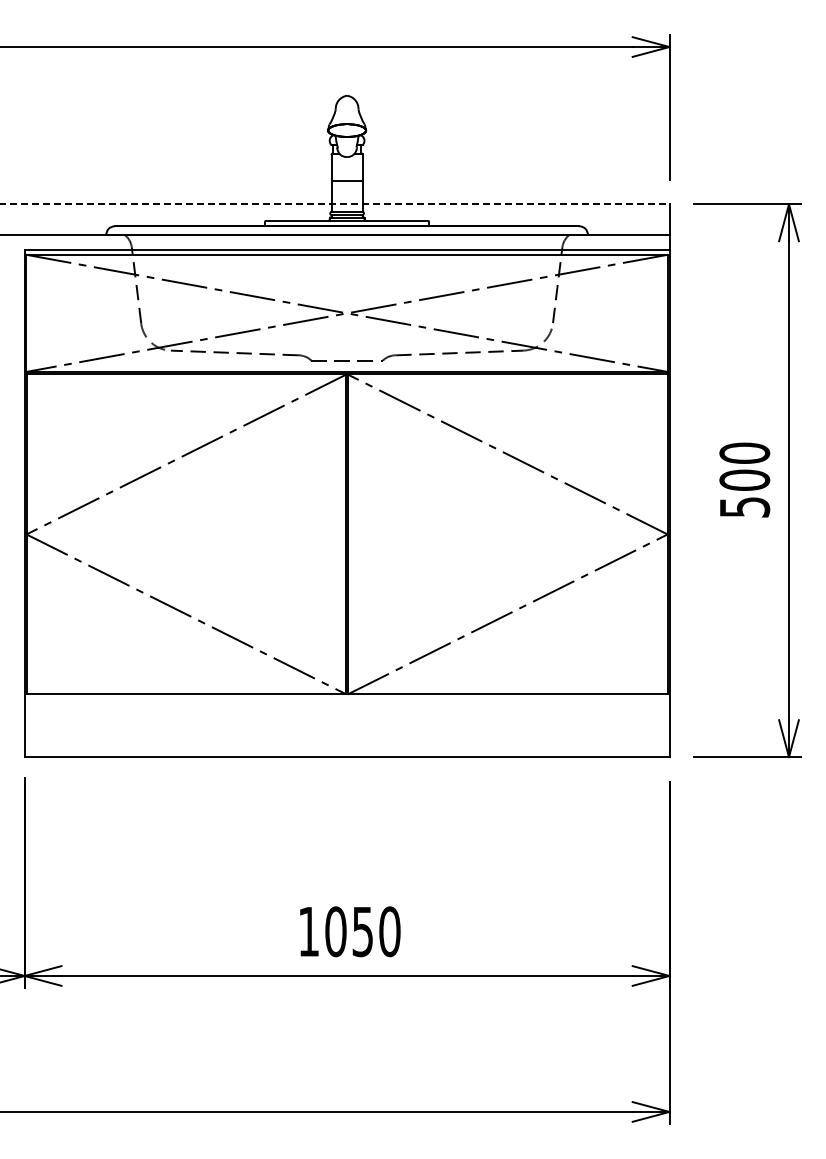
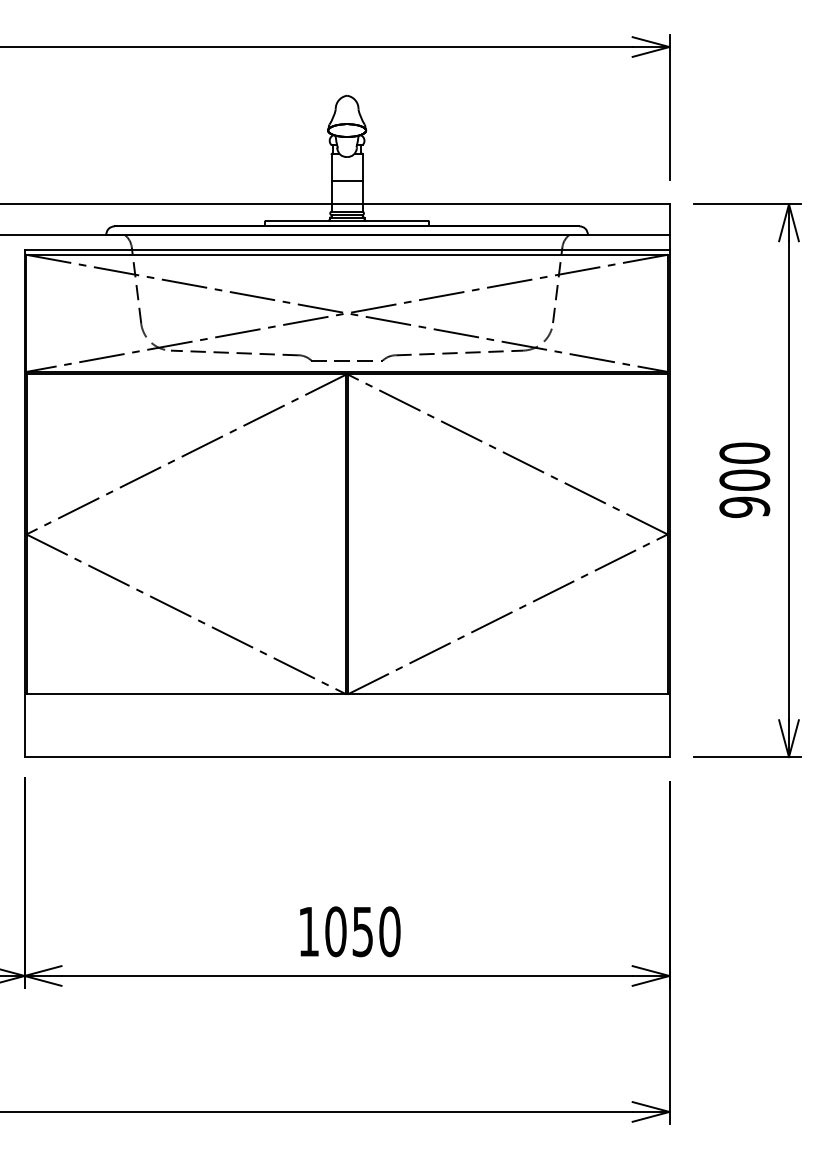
line at (335, 204): dashed -> solid
text at (744, 507): 500 -> 900
